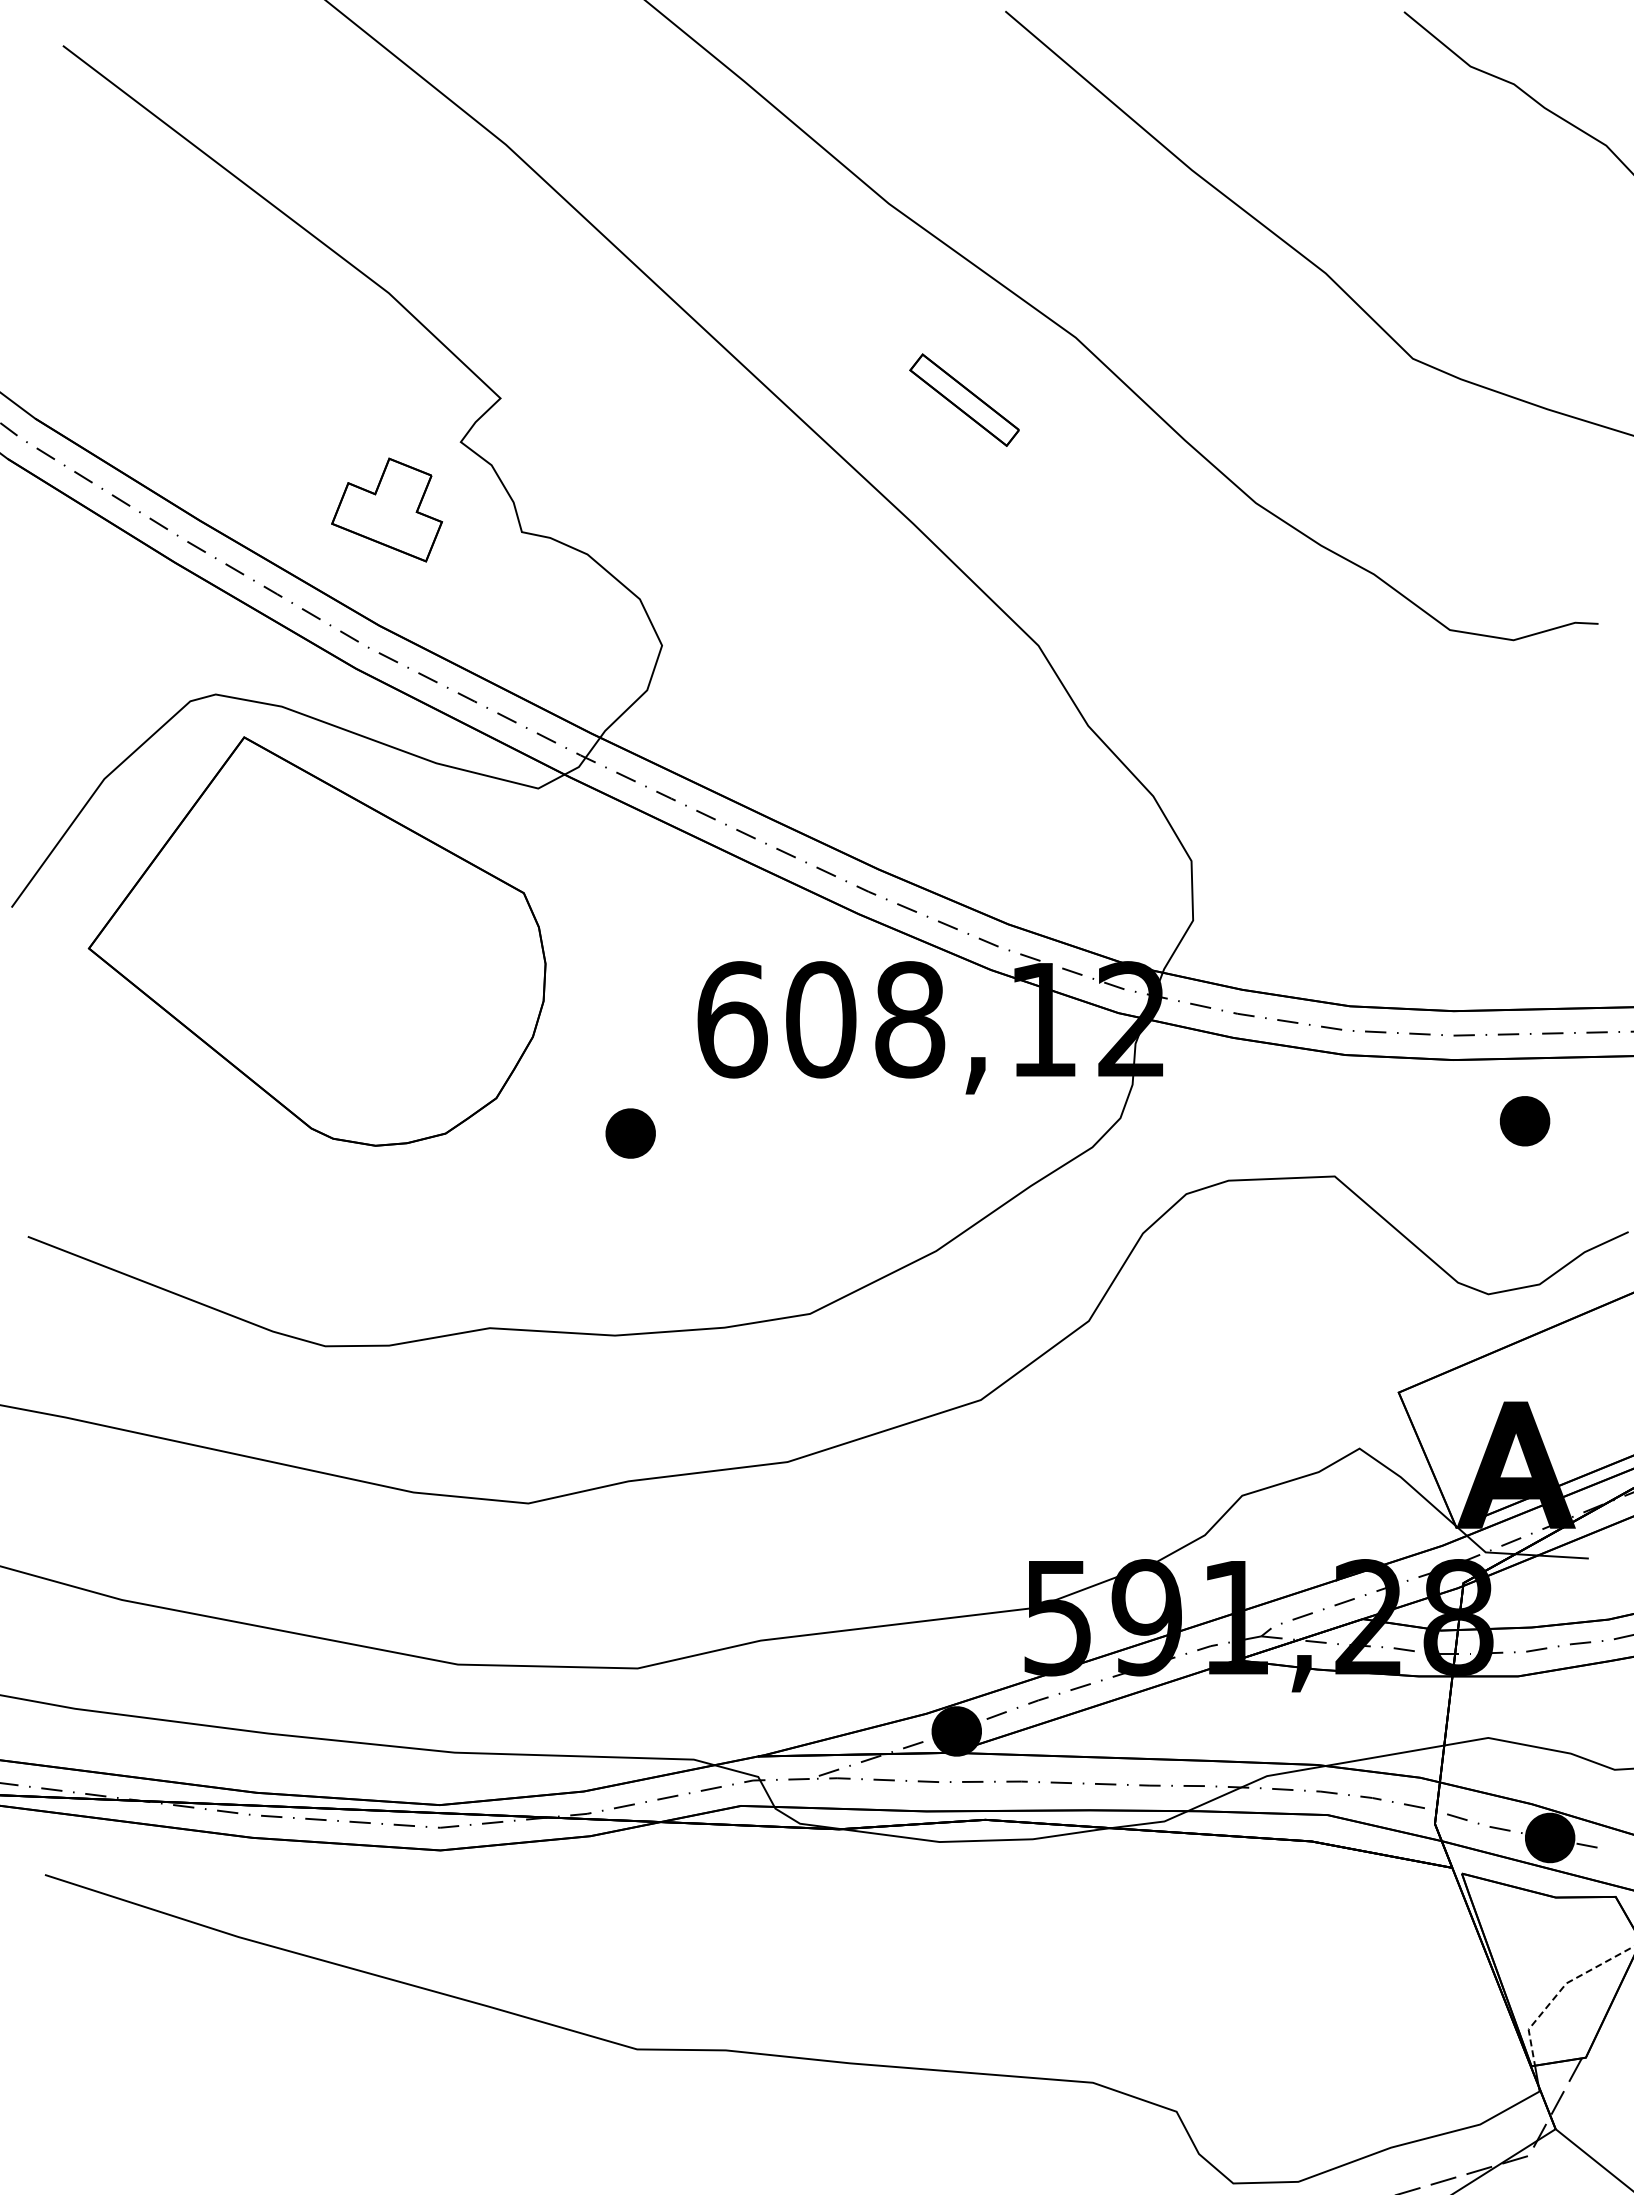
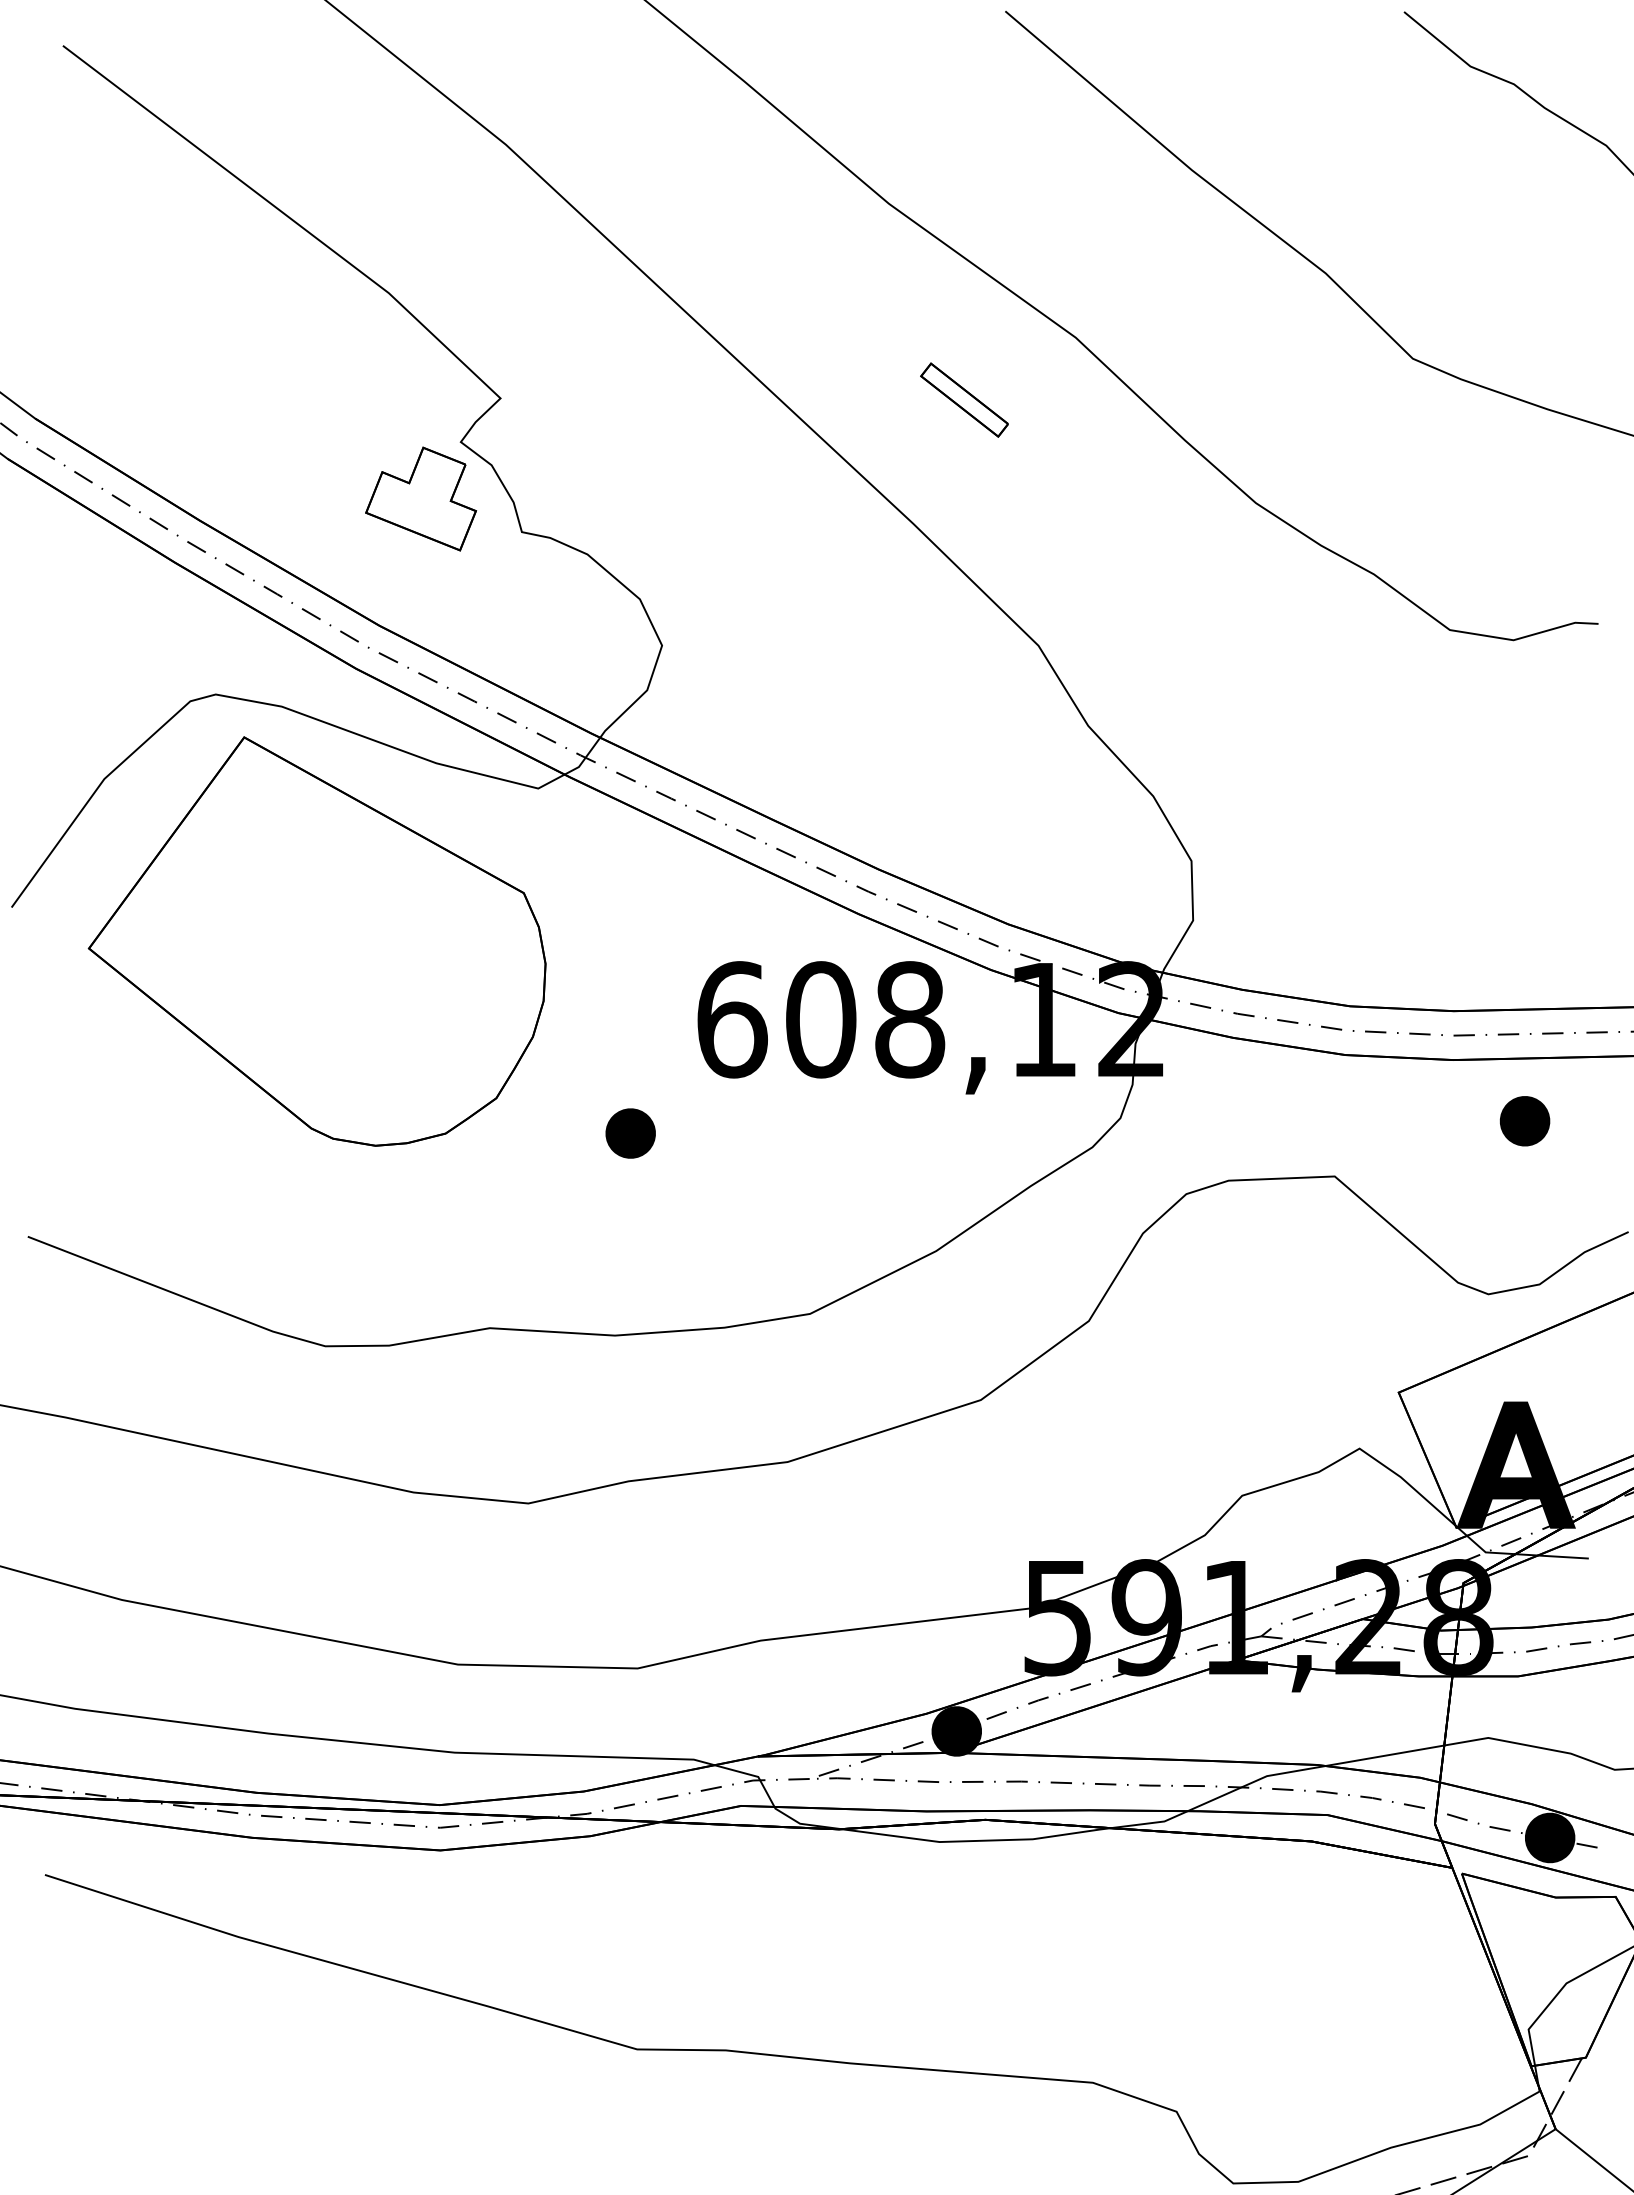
part at (964, 399) size: 111x94 px -> 89x76 px
part at (387, 509) position: (387, 509) -> (421, 498)
line at (1560, 1991): dashed -> solid
